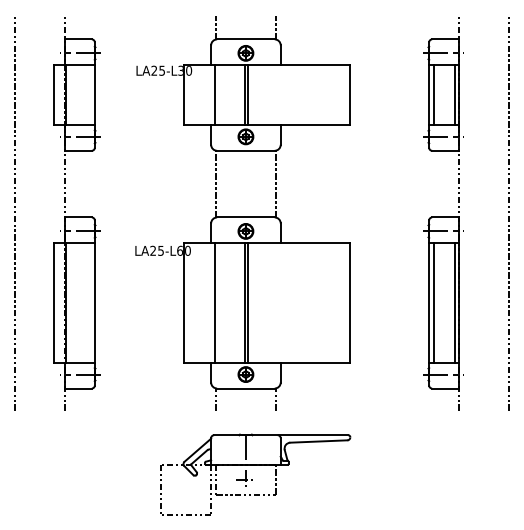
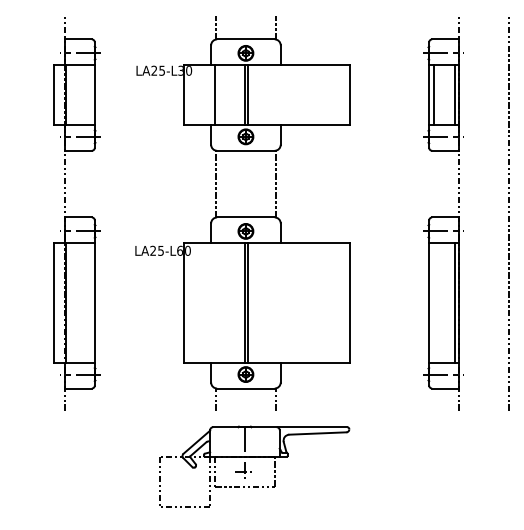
line at (15, 212): present -> none
line at (215, 302): present -> none
line at (434, 302): present -> none
part at (255, 474) position: (255, 474) -> (254, 466)
